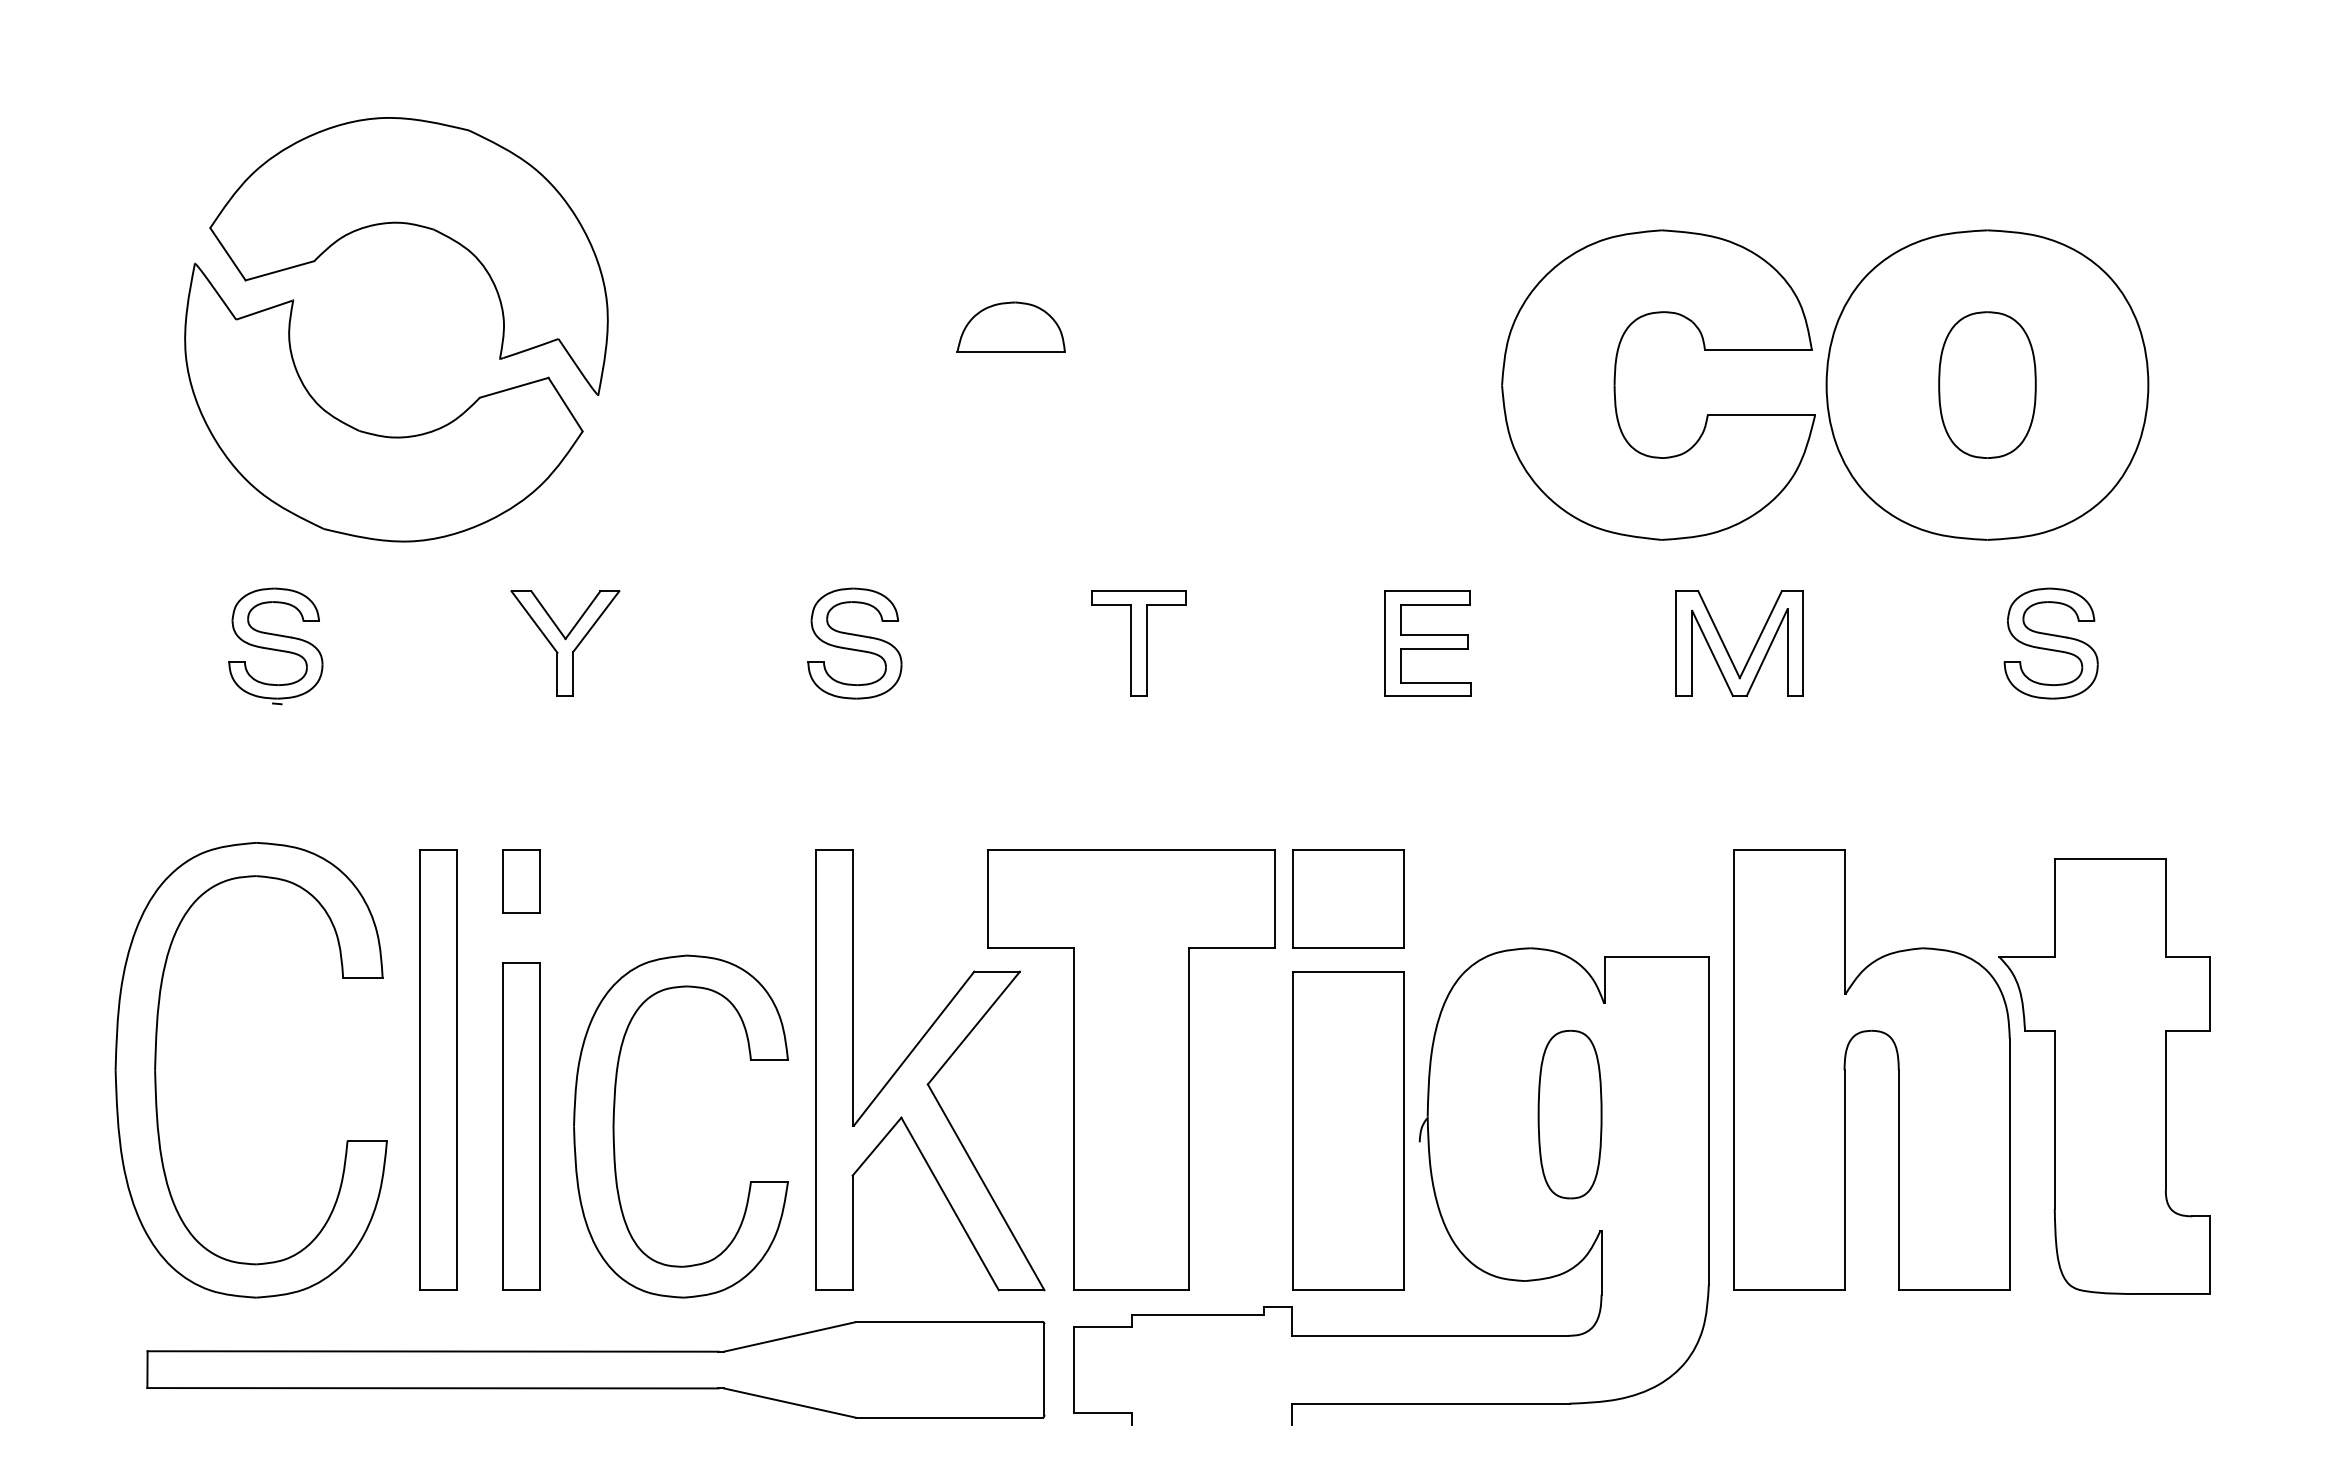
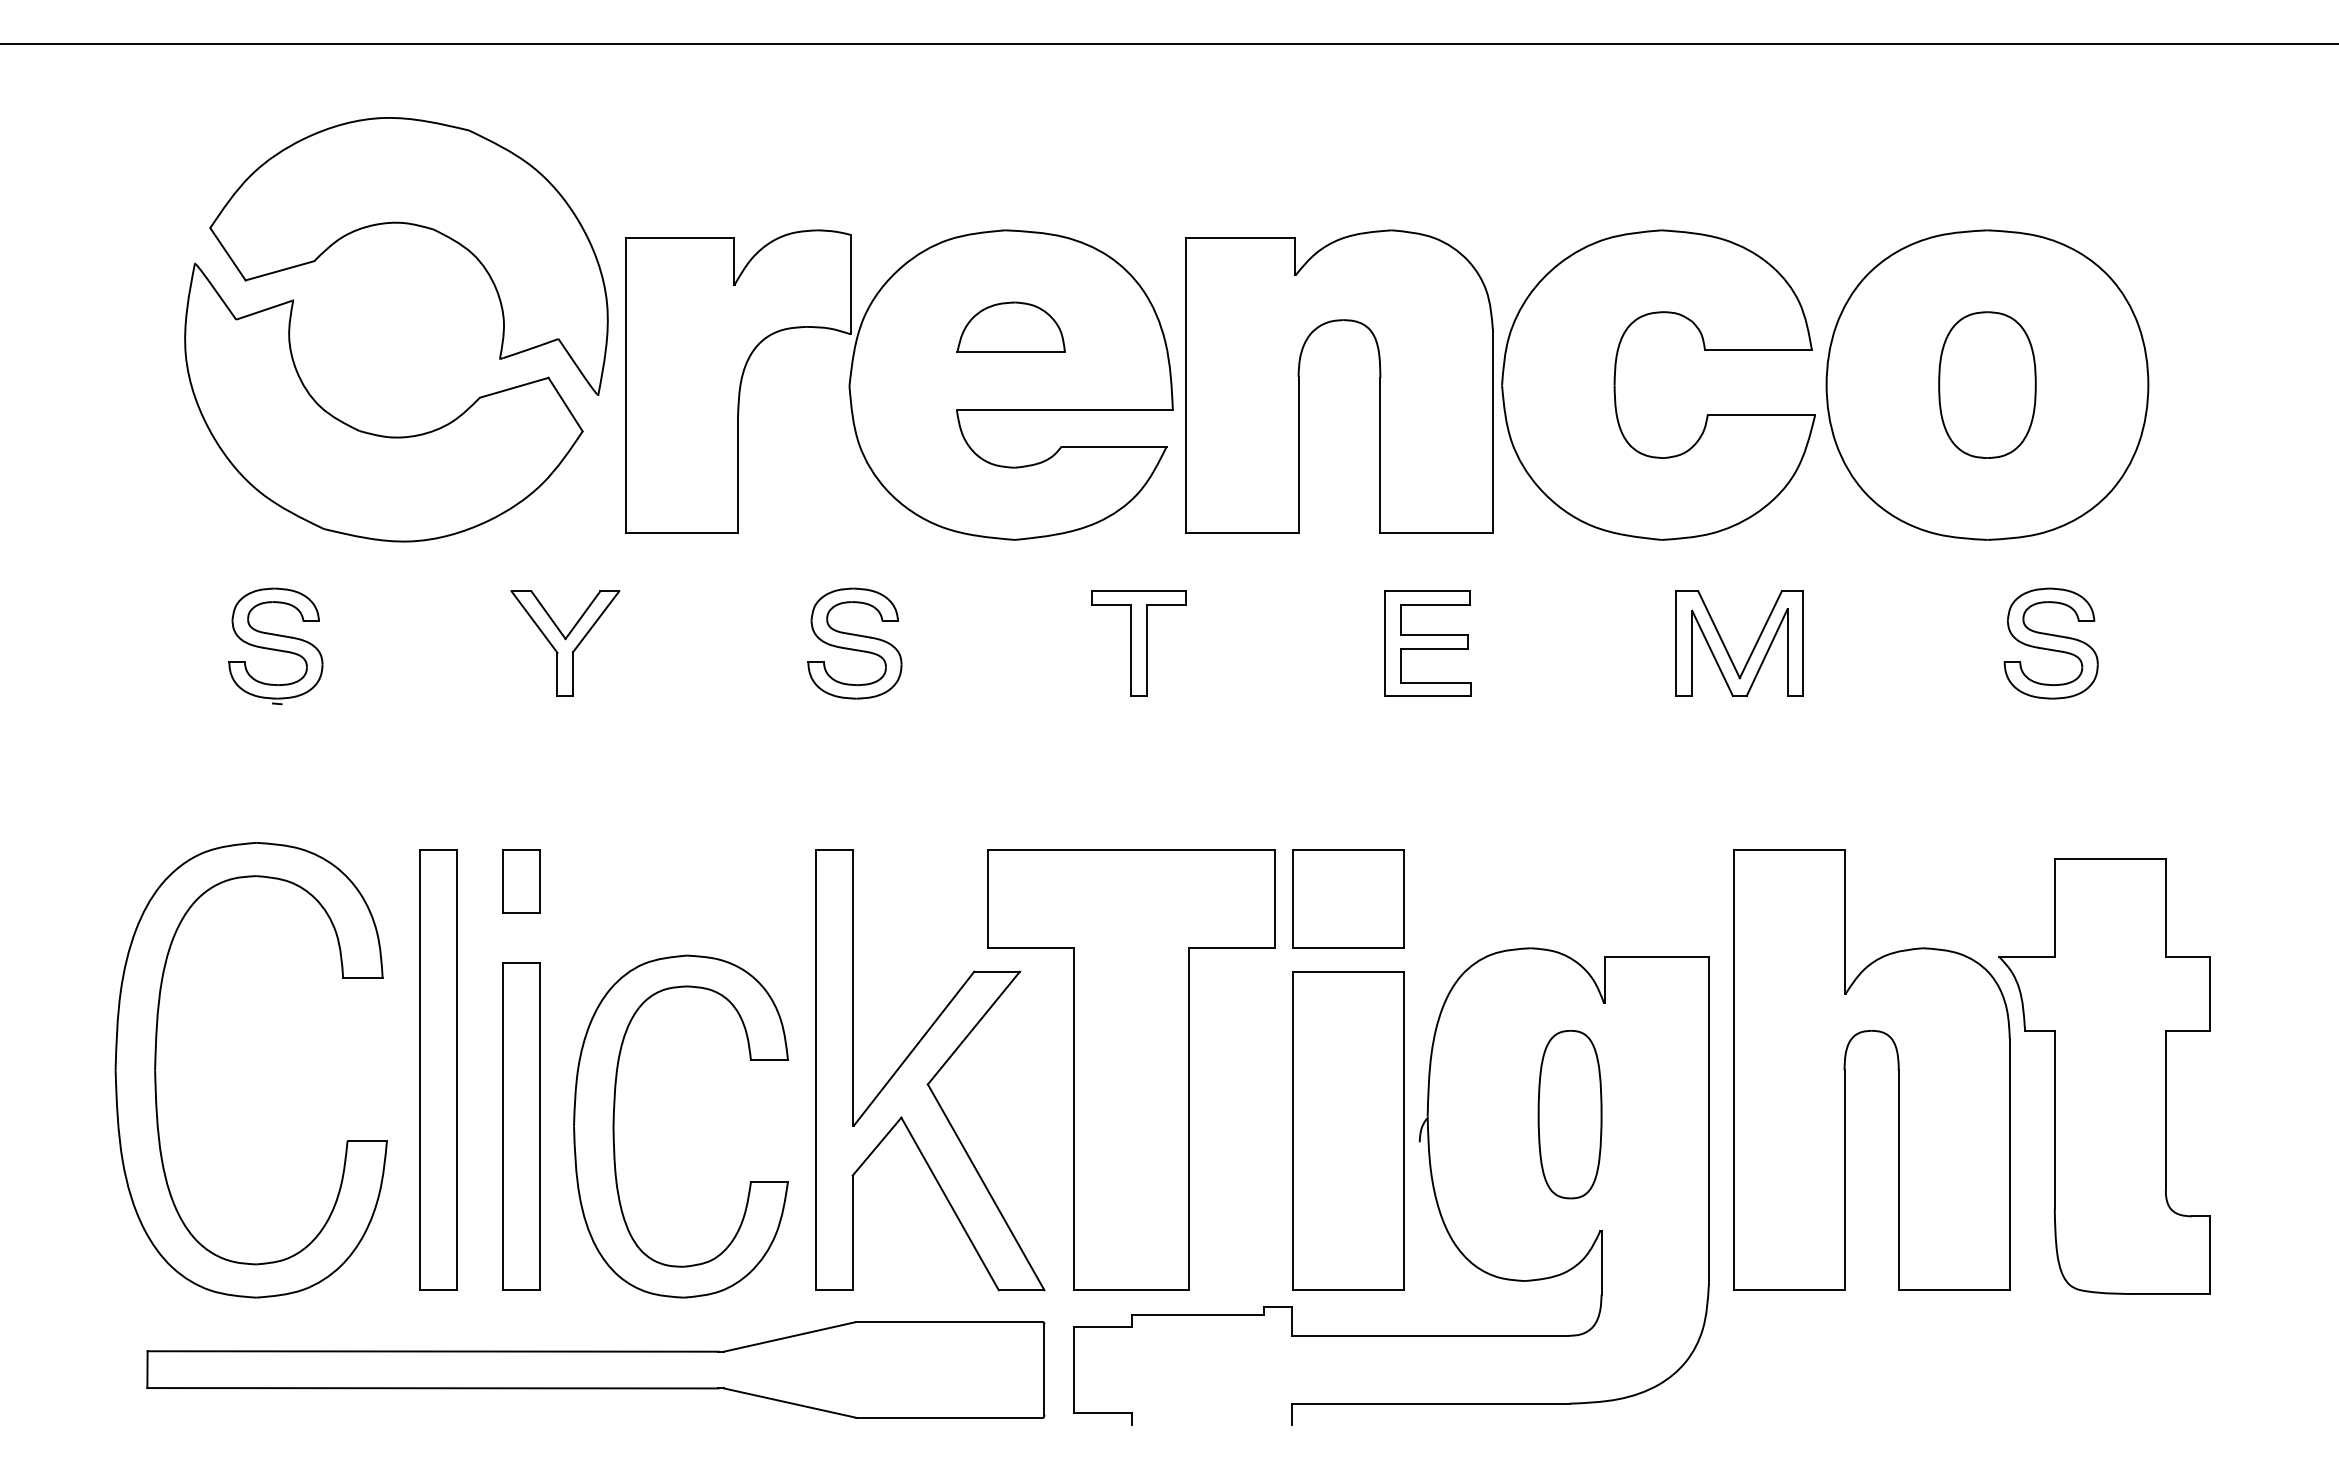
line at (1168, 43): none -> present
part at (1299, 381): none -> present
part at (899, 384): none -> present
